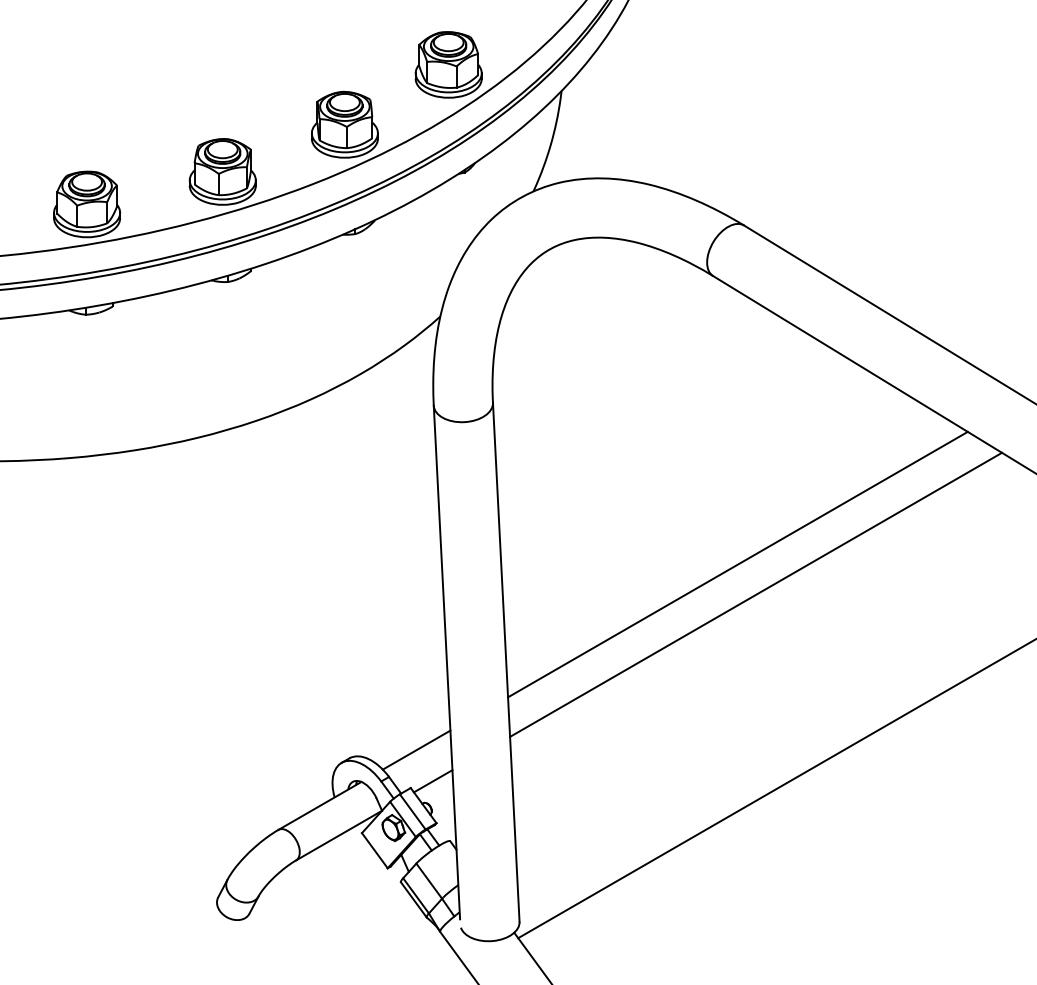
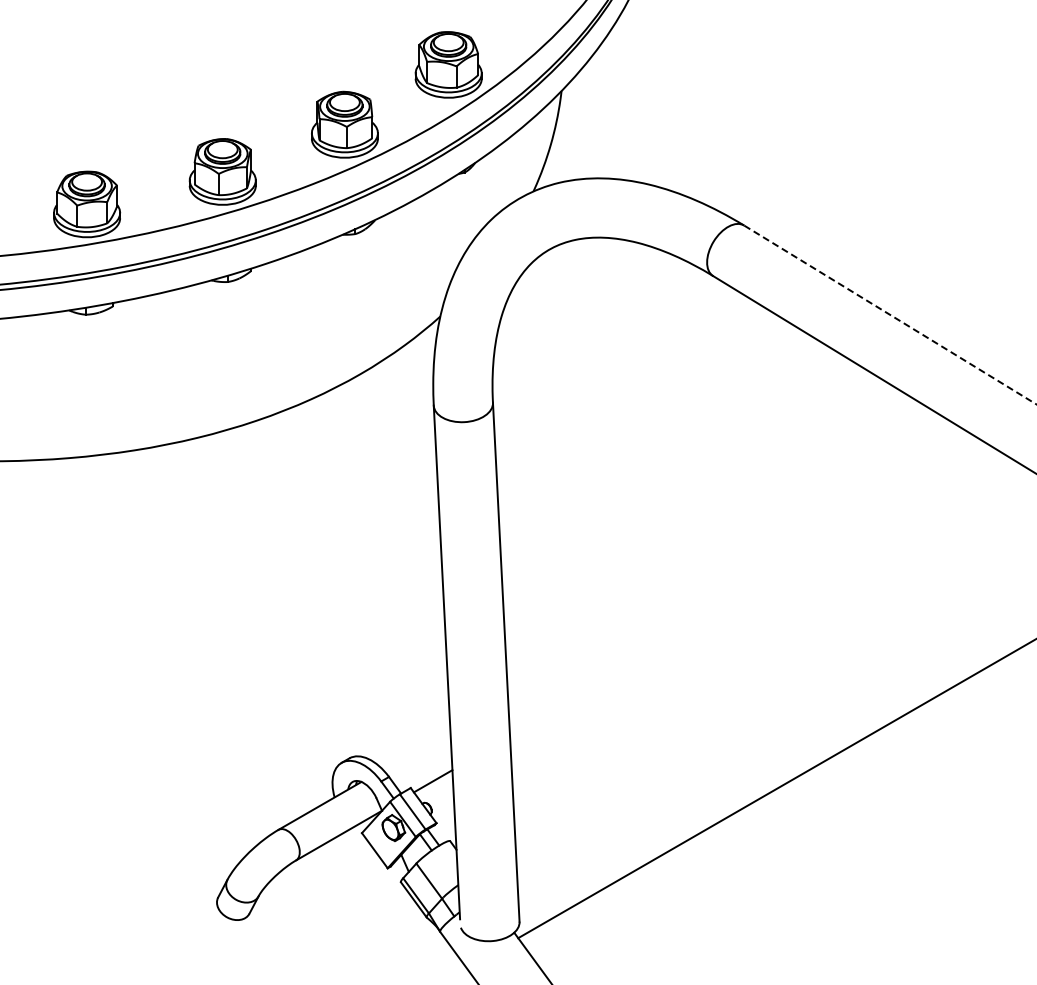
line at (889, 314): solid -> dashed
line at (737, 564): present -> none
line at (756, 594): present -> none
line at (416, 749): present -> none
